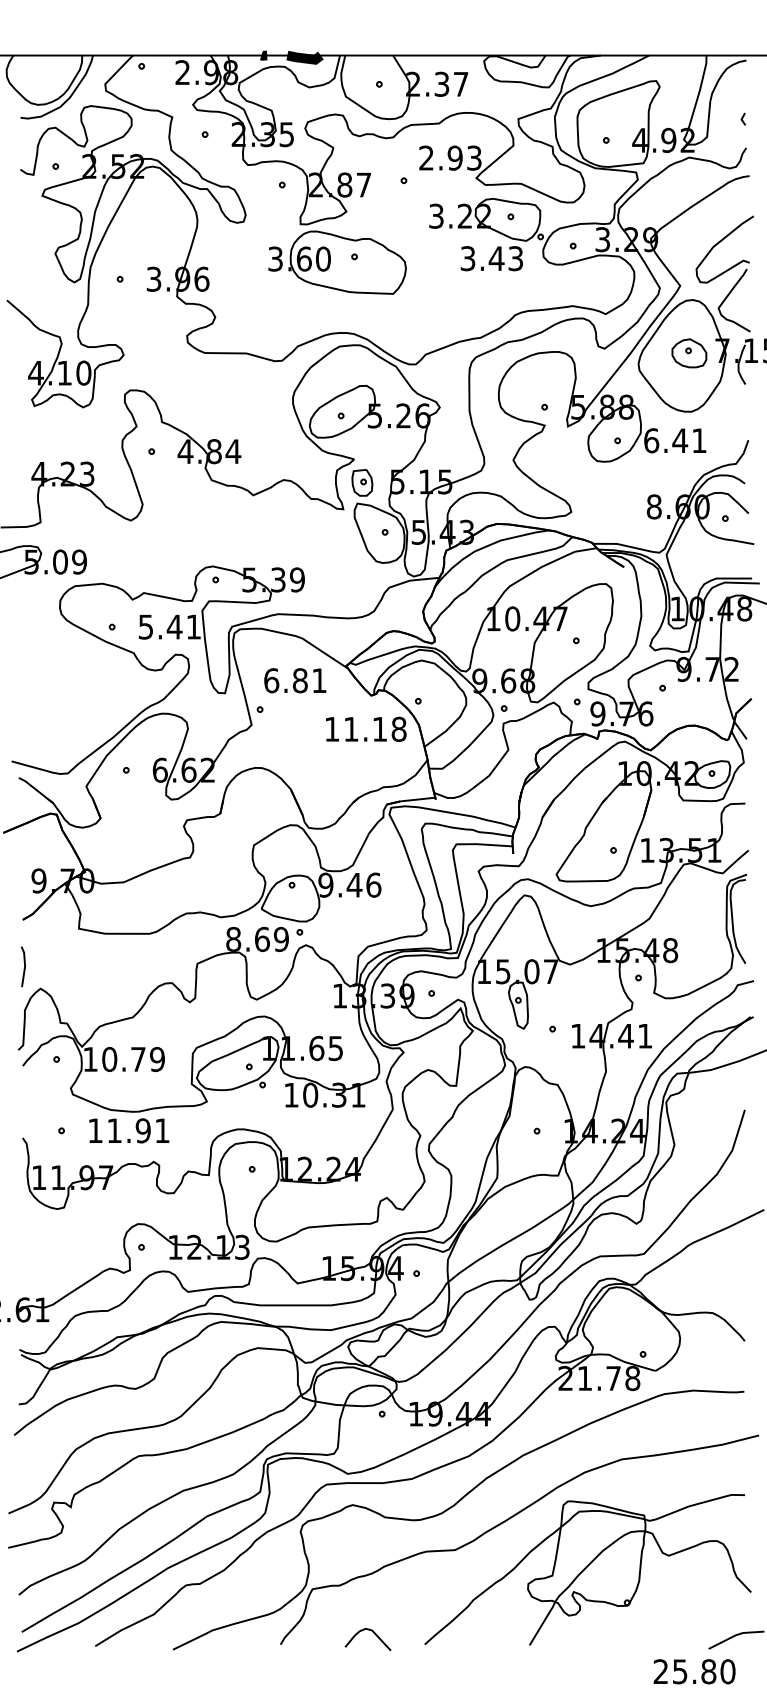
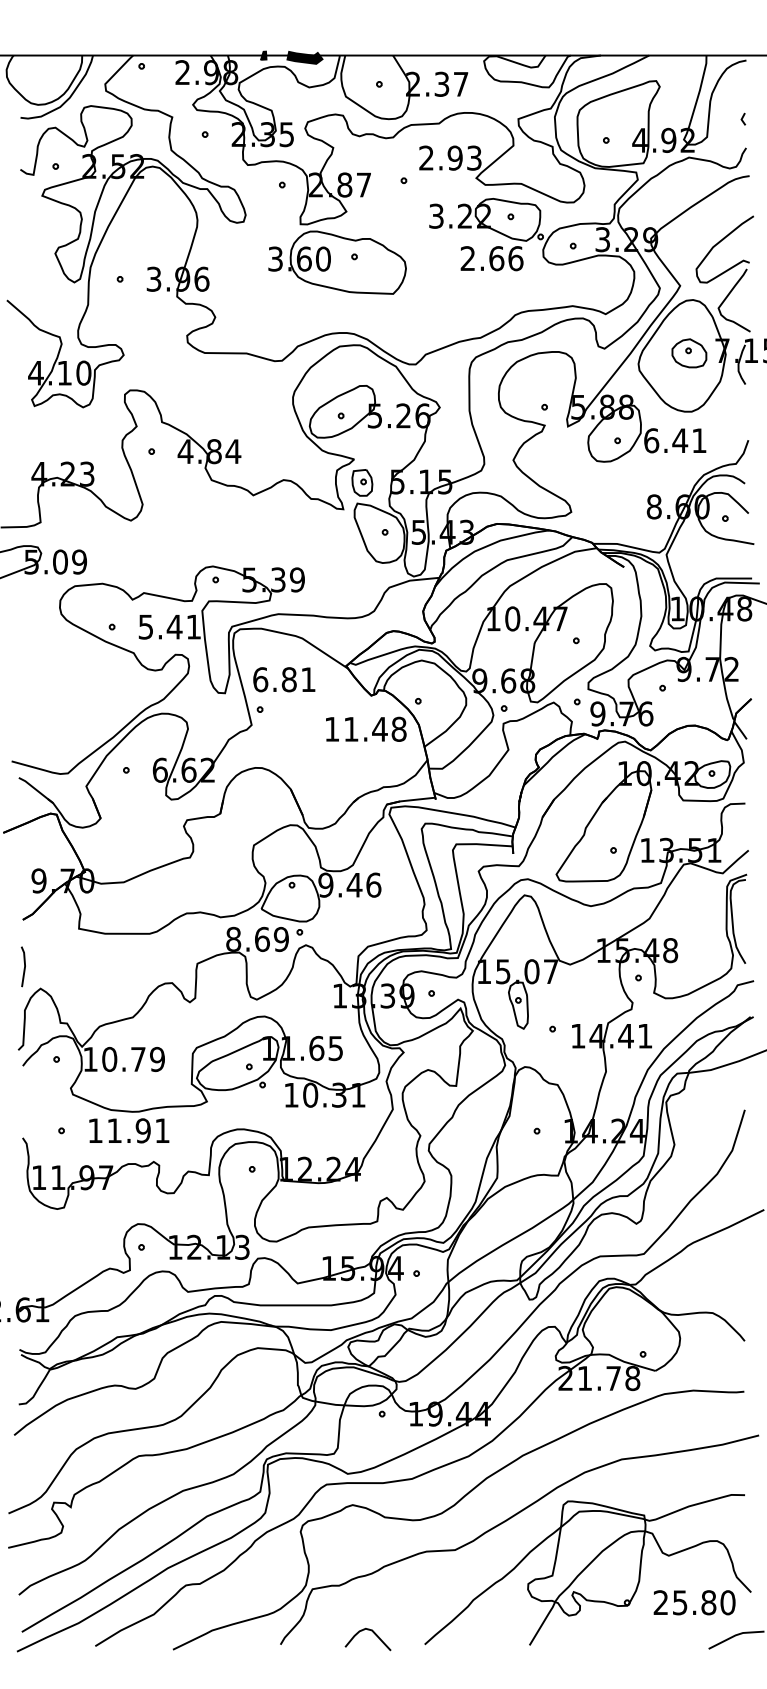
text at (491, 258): 3.43 -> 2.66
text at (295, 680) position: (295, 680) -> (284, 679)
text at (379, 729): 11.18 -> 11.48
text at (694, 1671) position: (694, 1671) -> (694, 1602)
